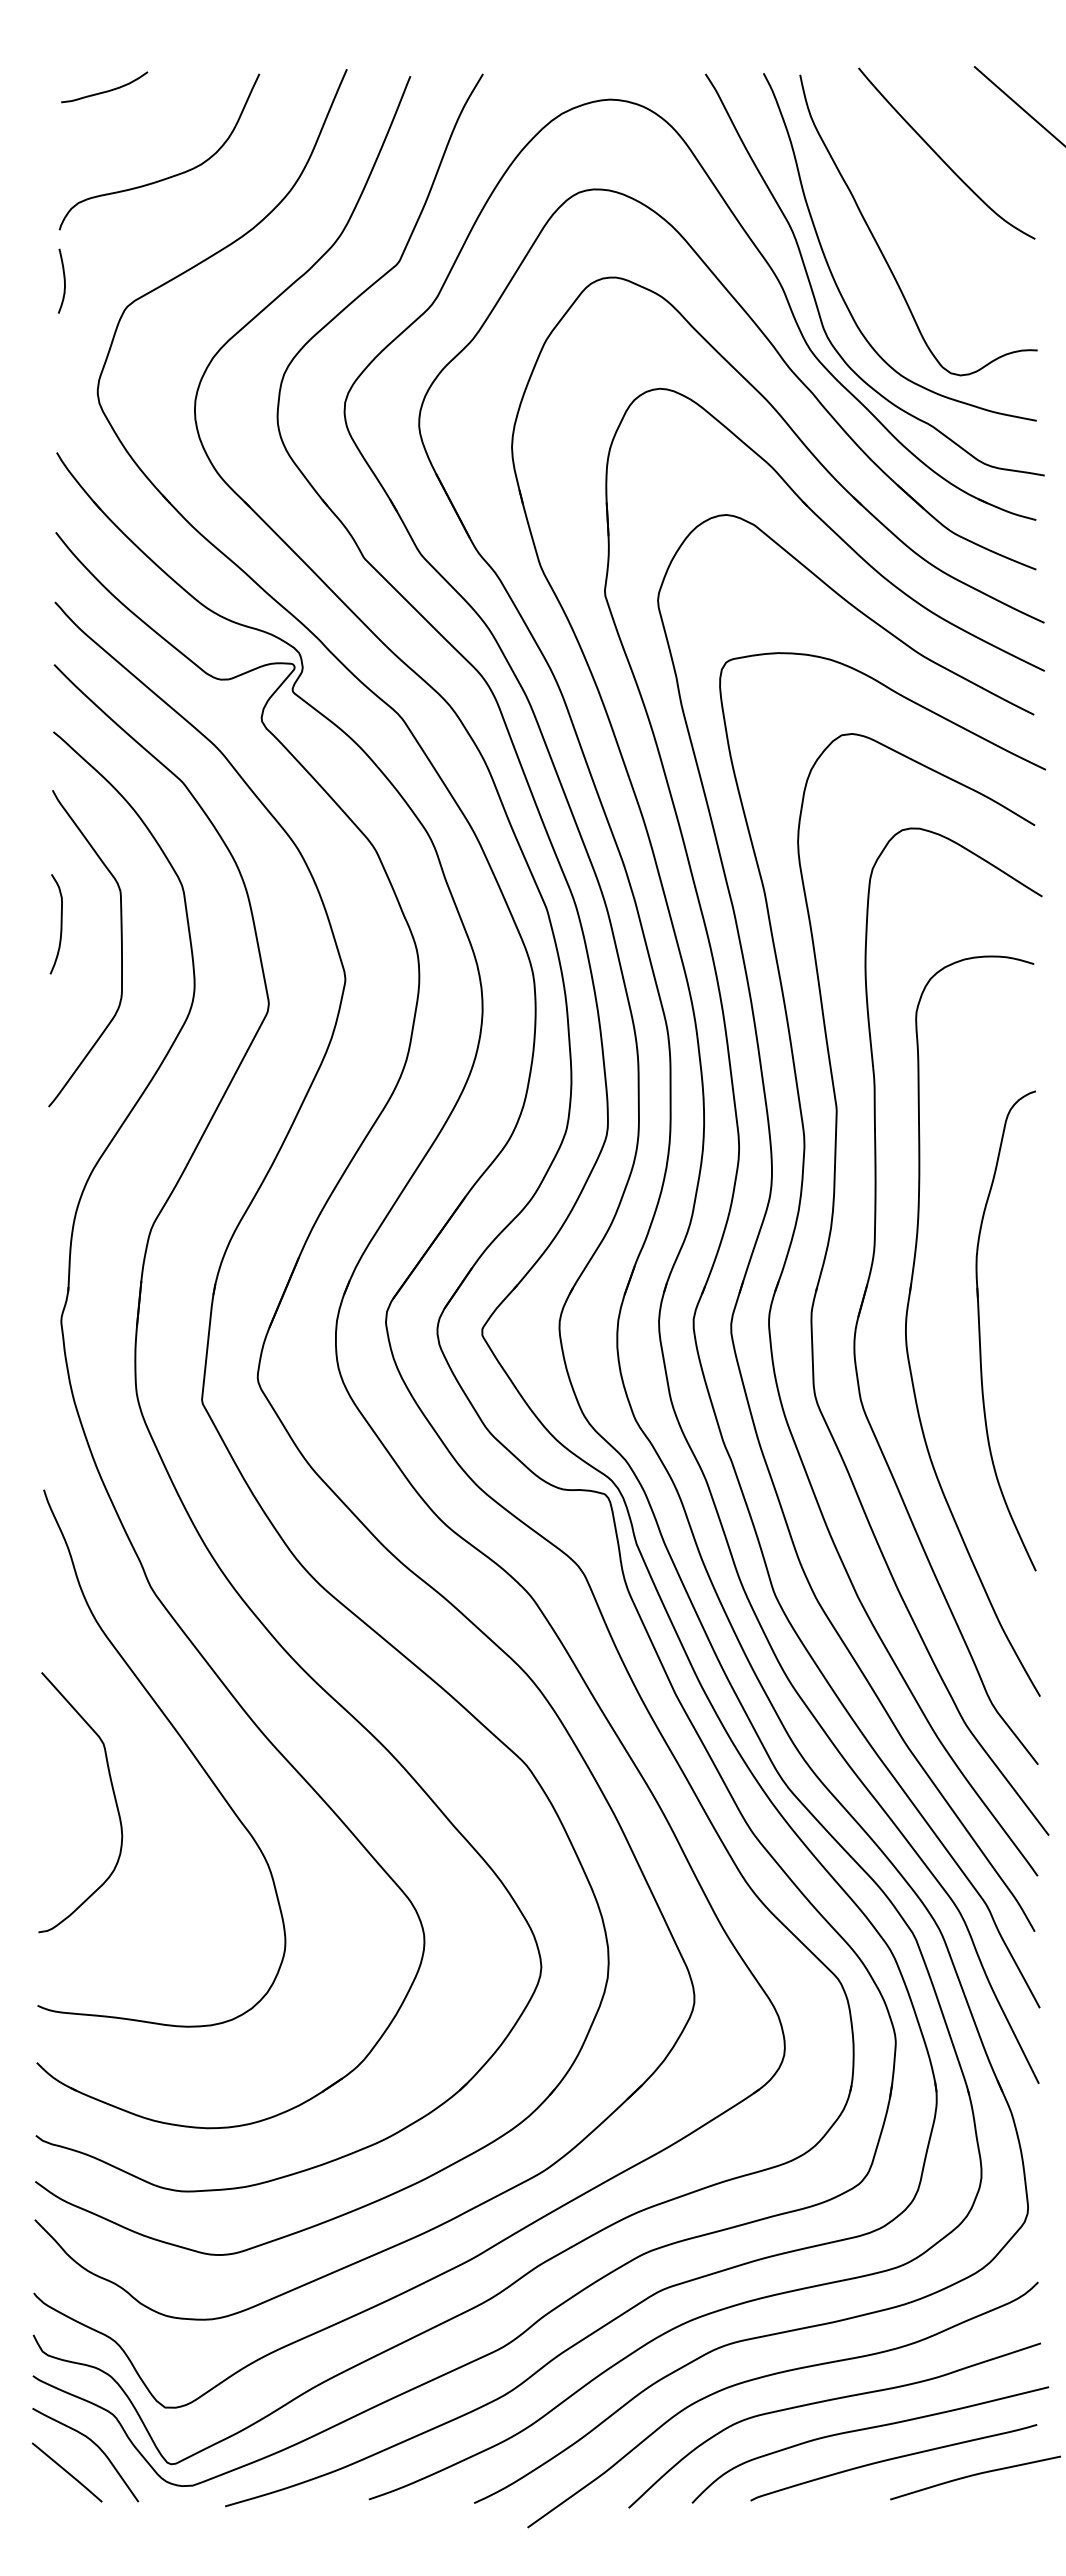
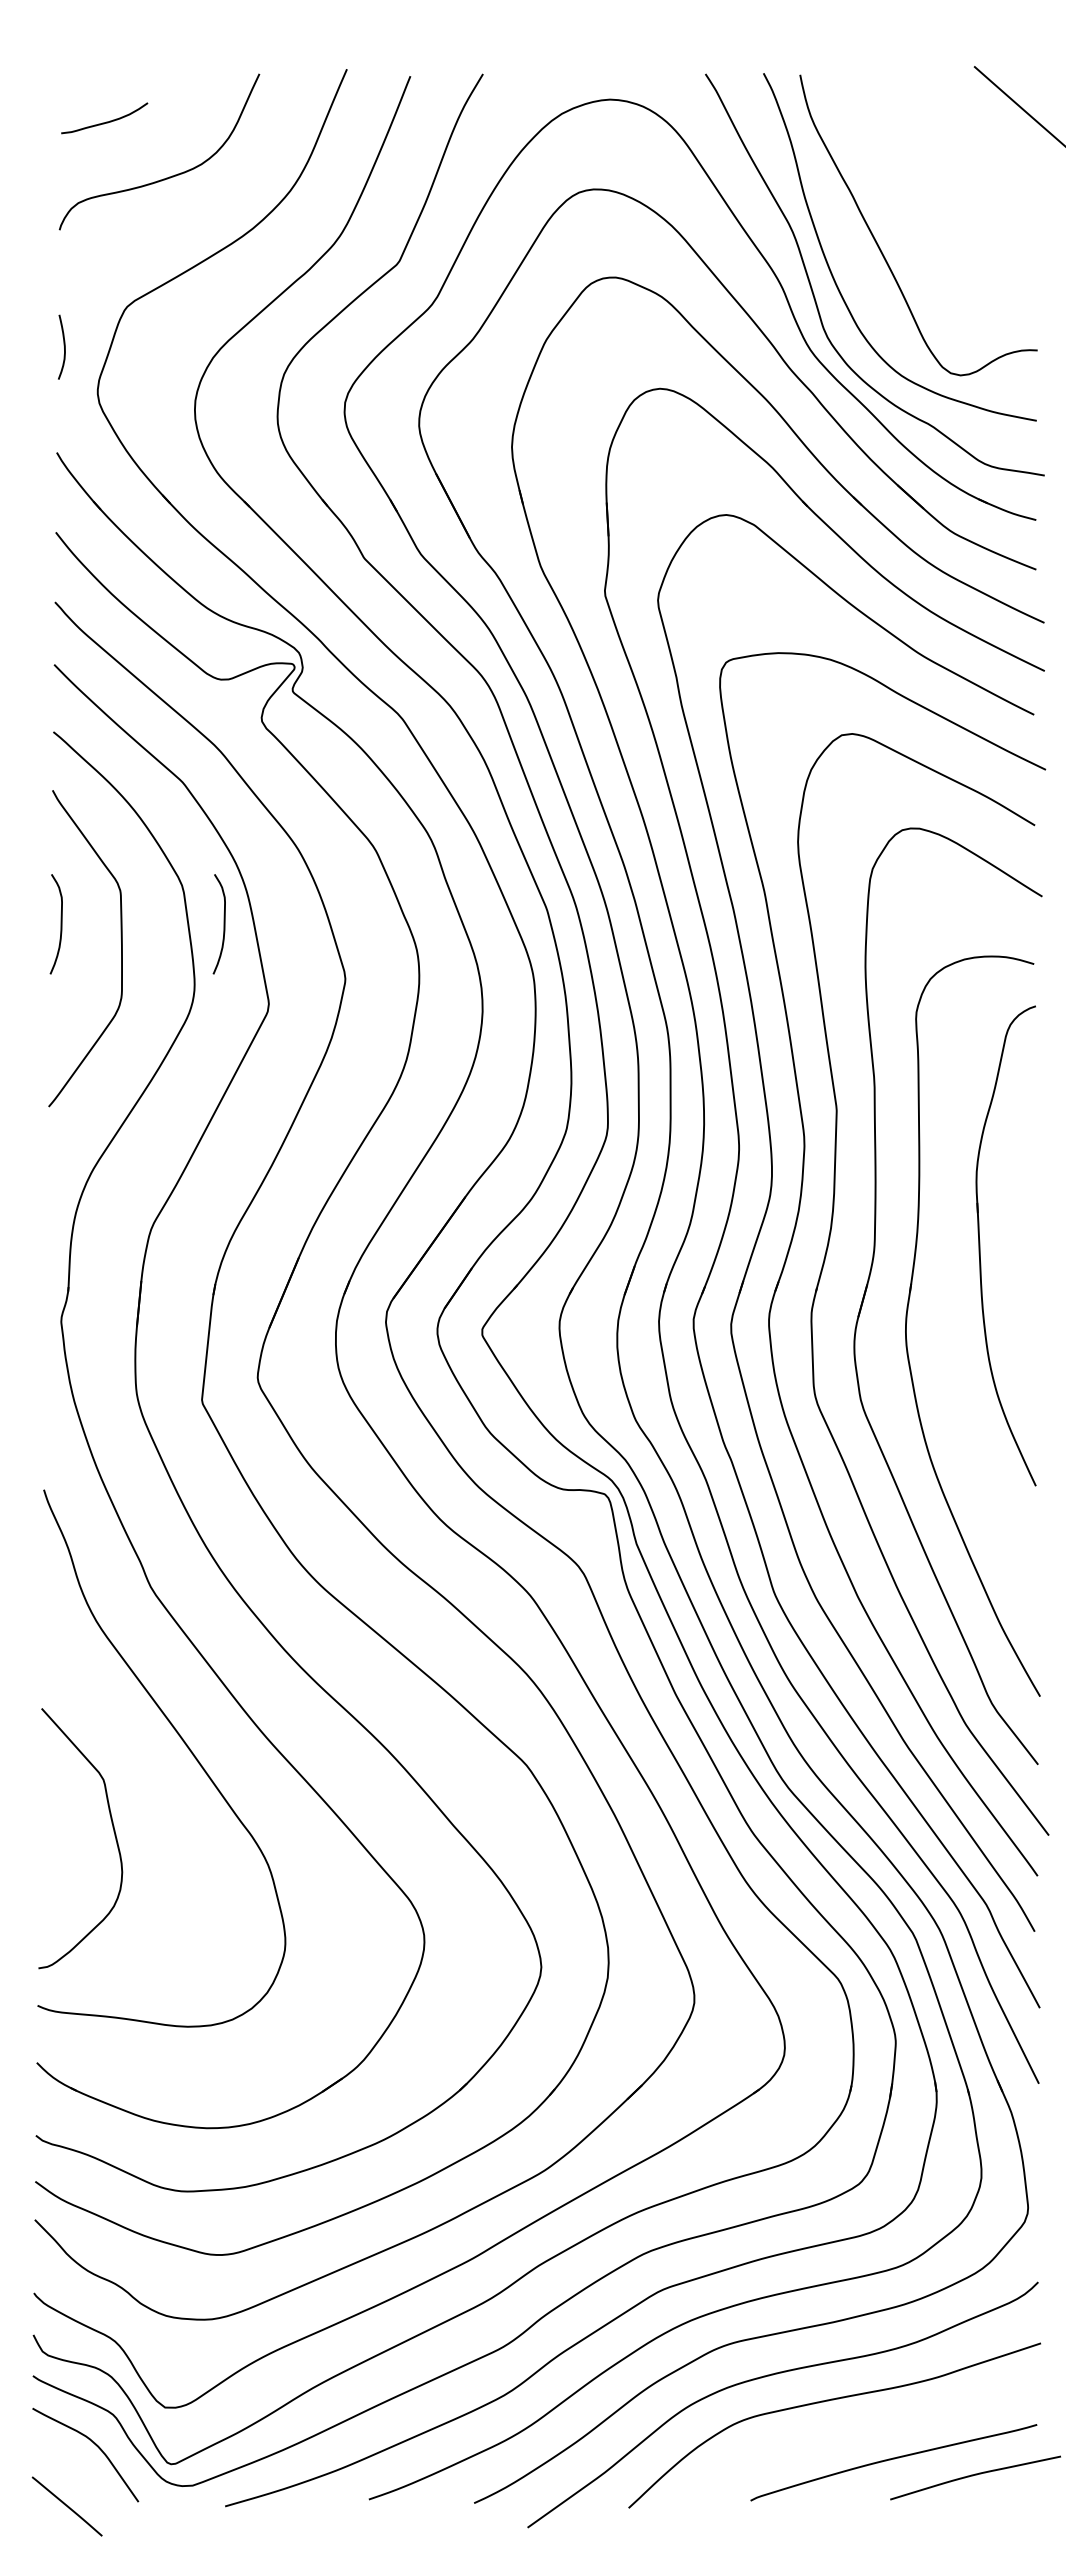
curve at (106, 90) position: (106, 90) -> (106, 121)
curve at (941, 157): present -> none
curve at (63, 279) position: (63, 279) -> (63, 345)
curve at (223, 924): none -> present
part at (980, 1330) position: (980, 1330) -> (980, 1245)
curve at (113, 1796) position: (113, 1796) -> (113, 1832)
curve at (868, 2429): present -> none
line at (66, 2472) position: (66, 2472) -> (66, 2506)
